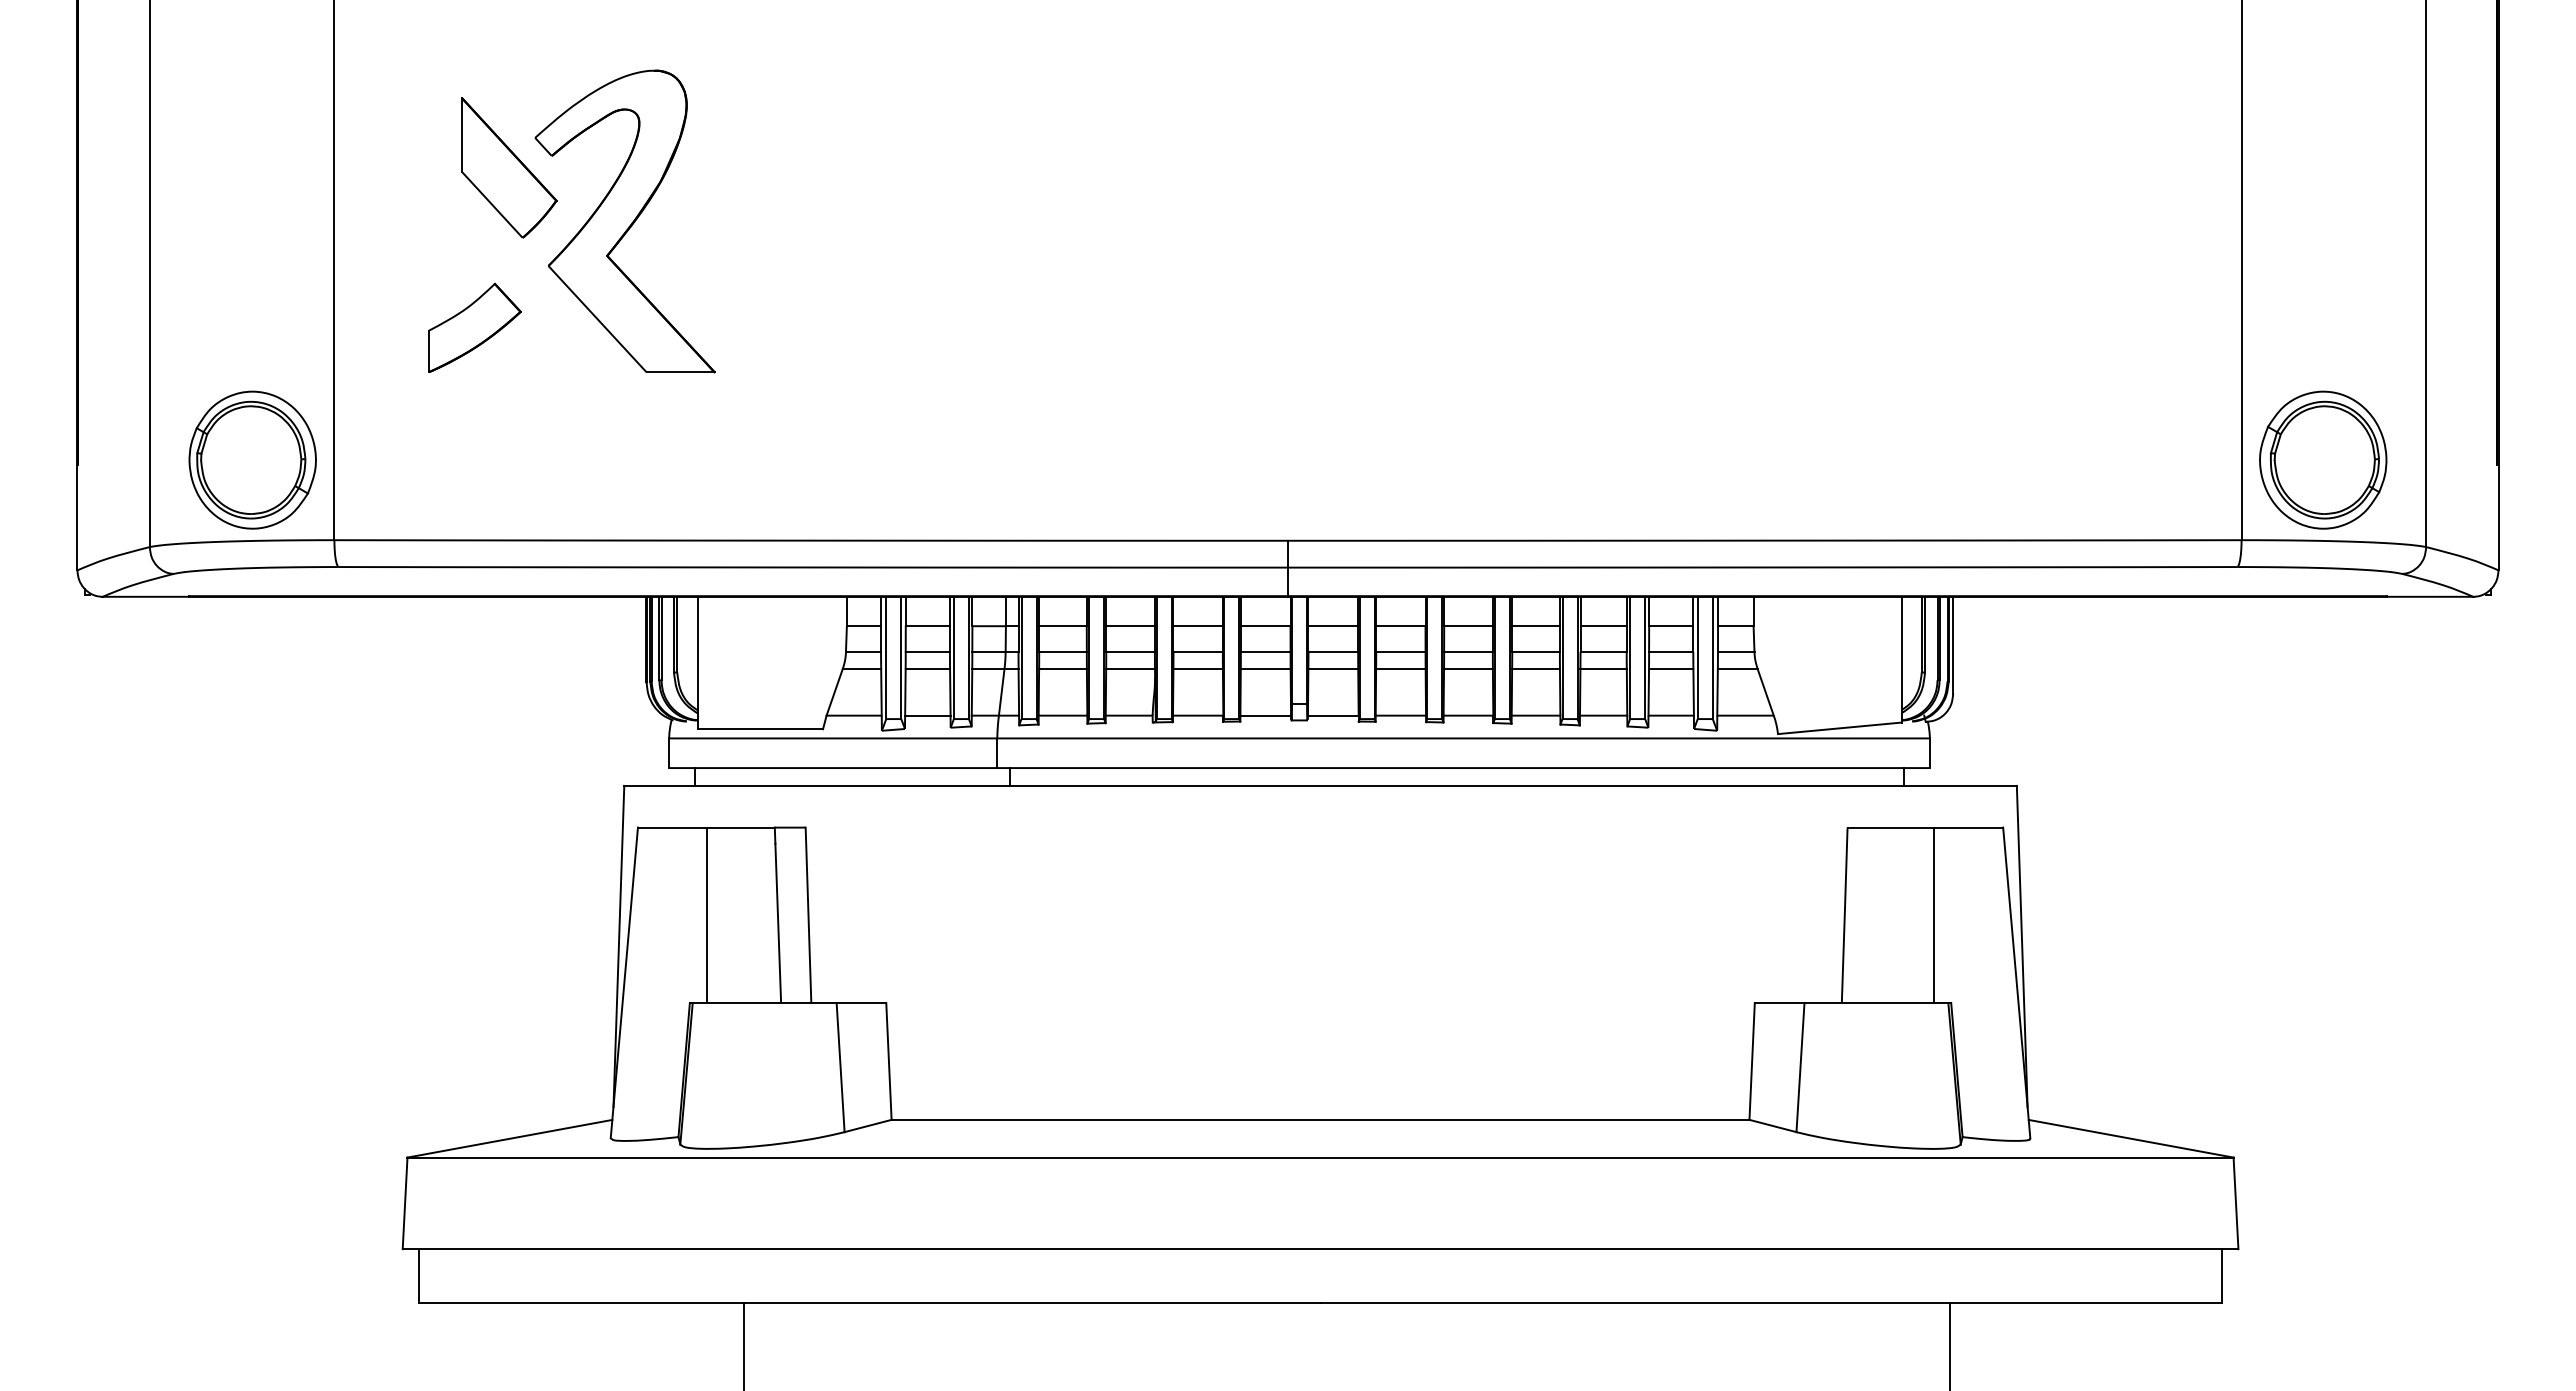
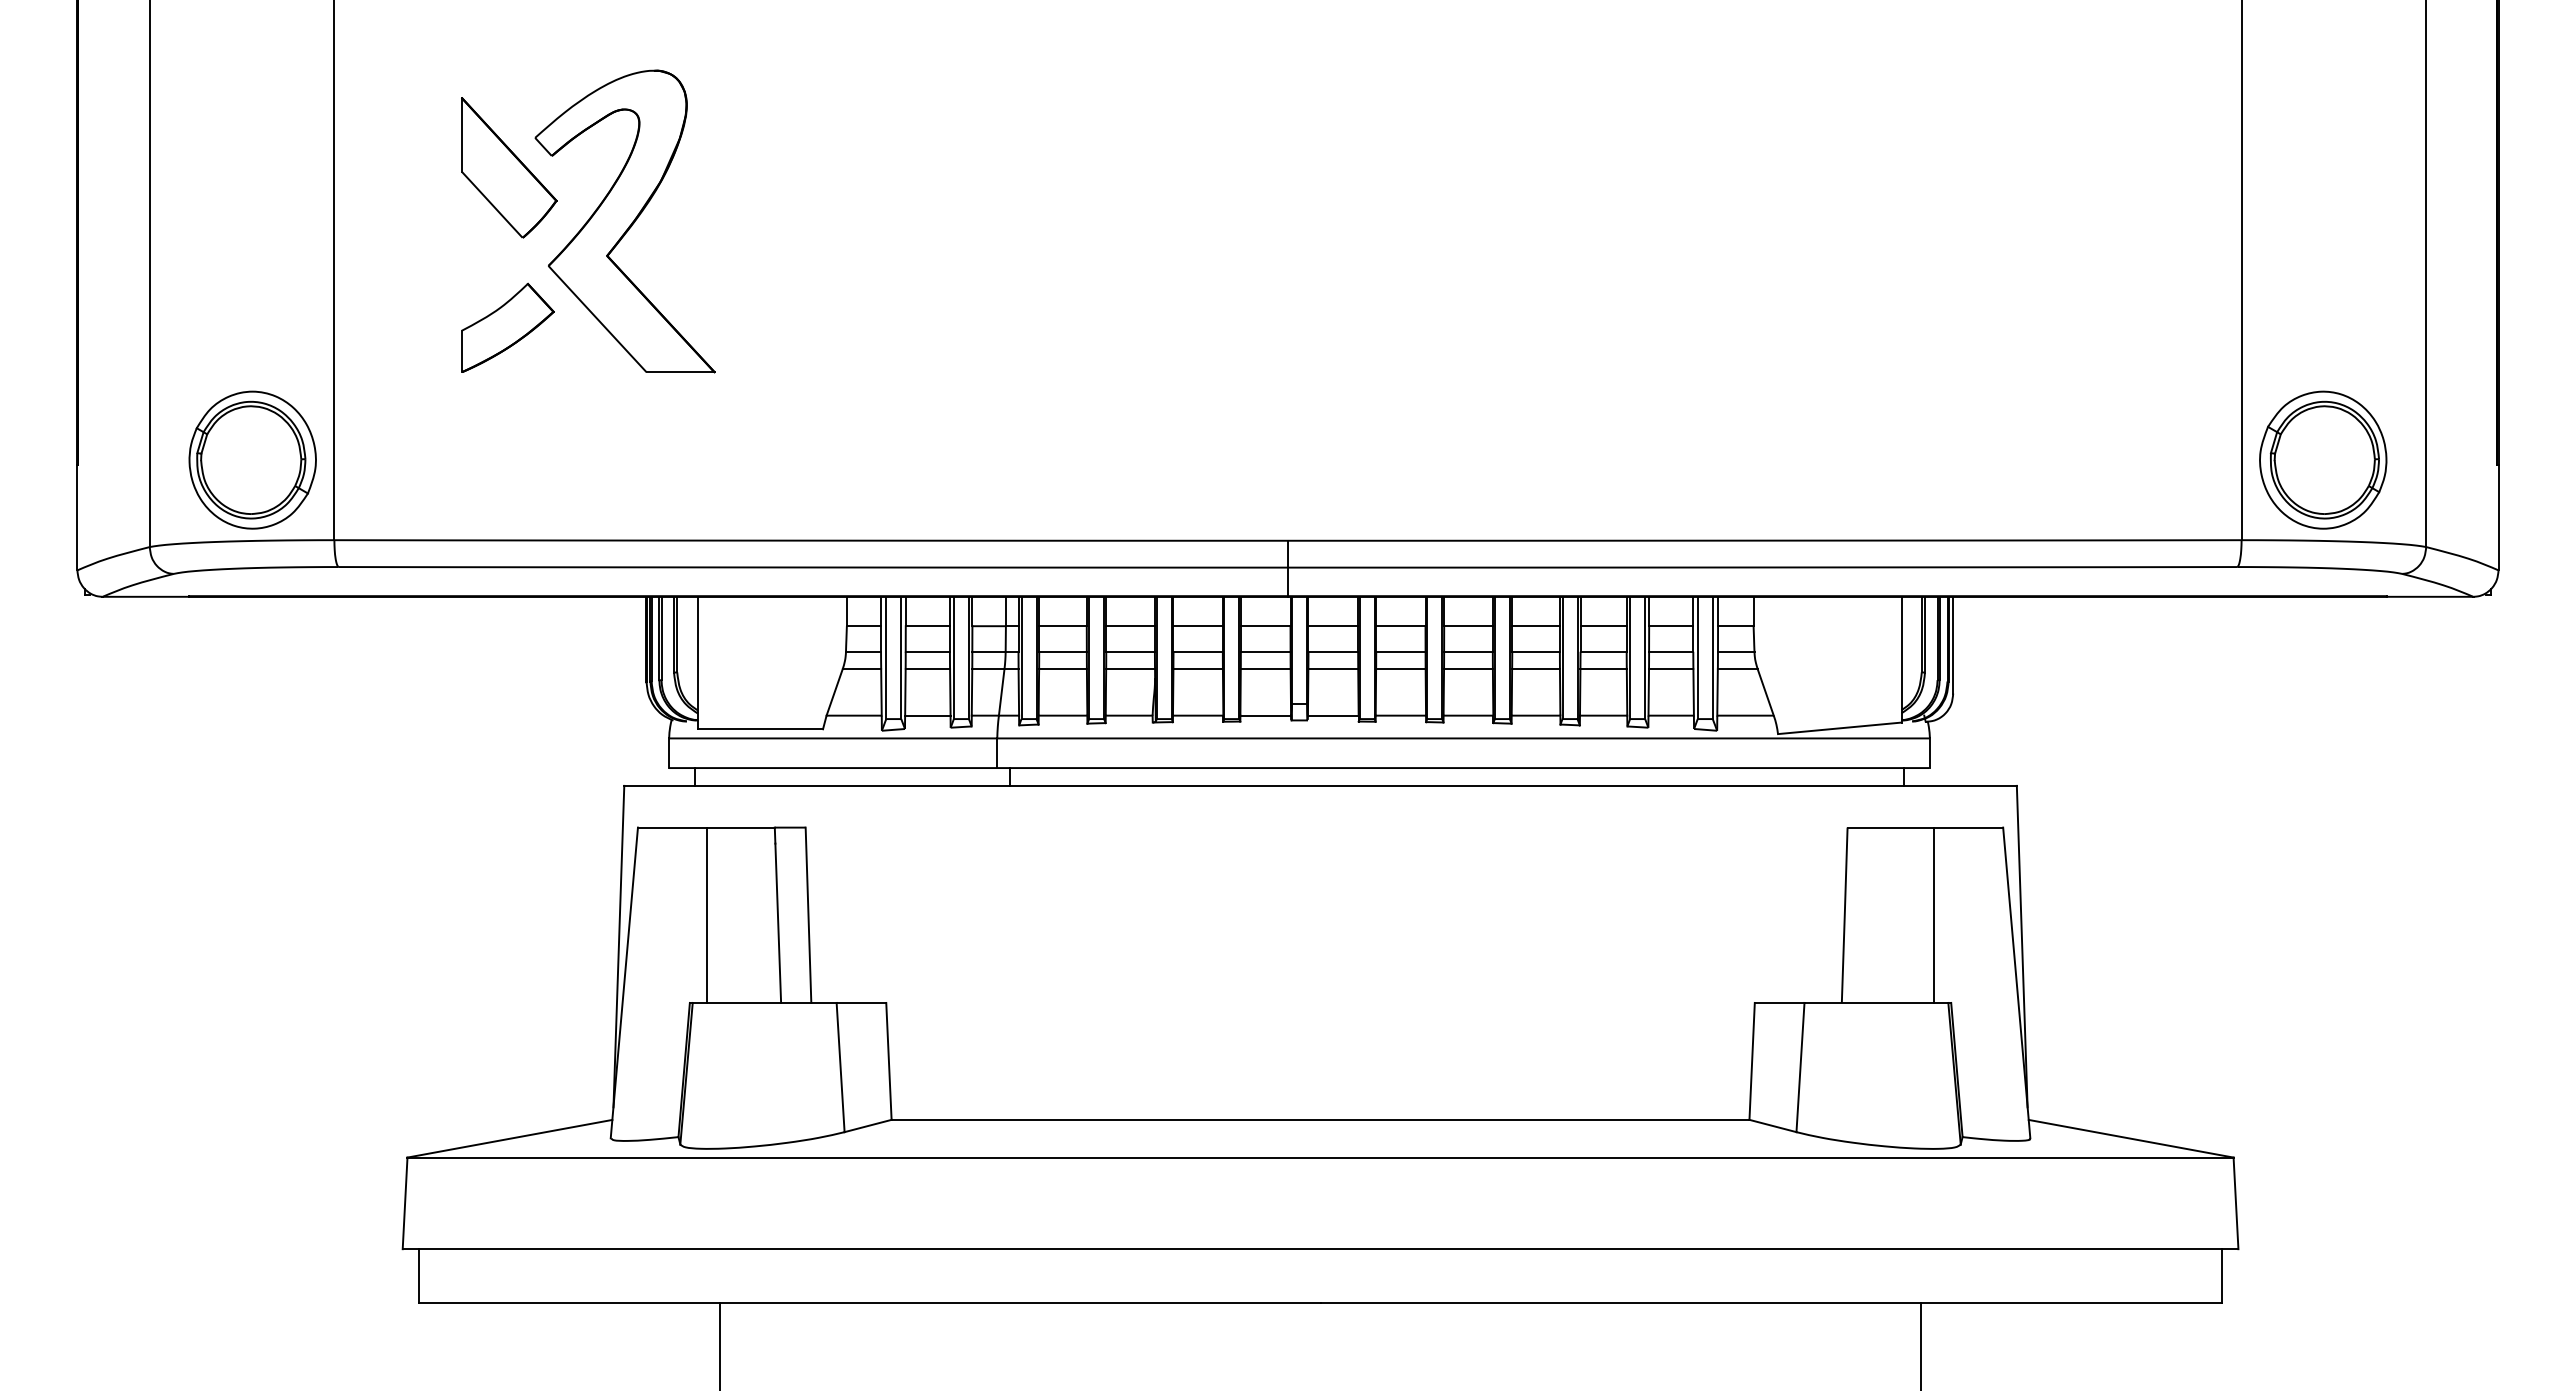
part at (474, 327) position: (474, 327) -> (507, 327)
line at (744, 1345) position: (744, 1345) -> (720, 1345)
line at (1949, 1345) position: (1949, 1345) -> (1920, 1345)
